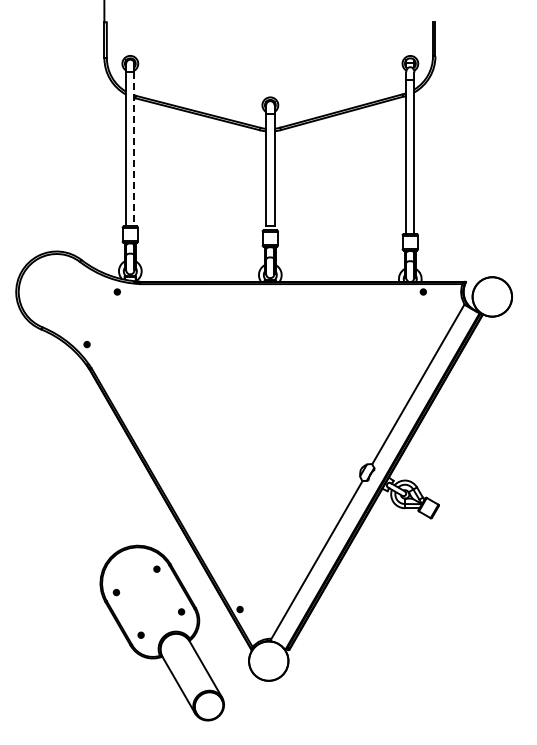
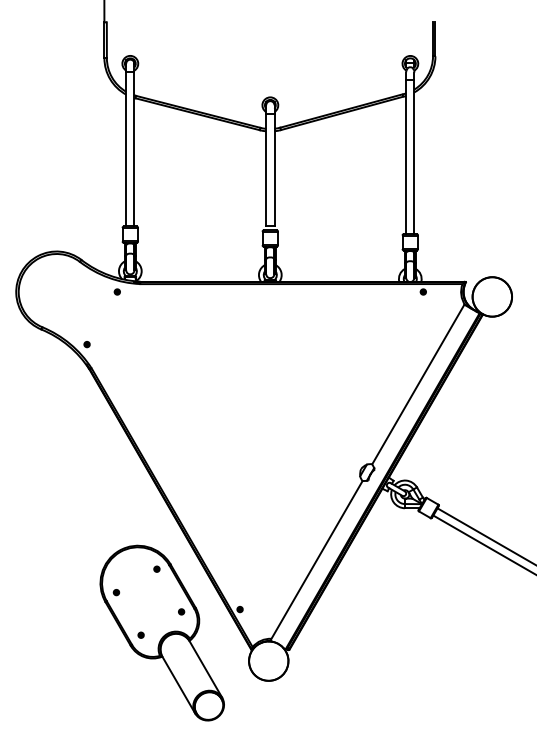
line at (134, 149): dashed -> solid
line at (485, 535): none -> present
line at (483, 544): none -> present
